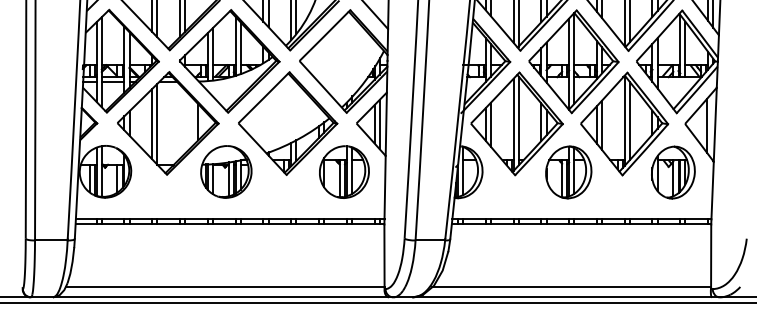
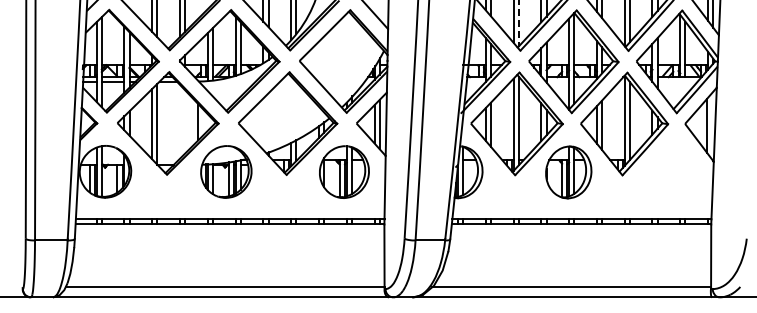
line at (518, 23): solid -> dashed
part at (673, 172): present -> none
line at (377, 303): present -> none
